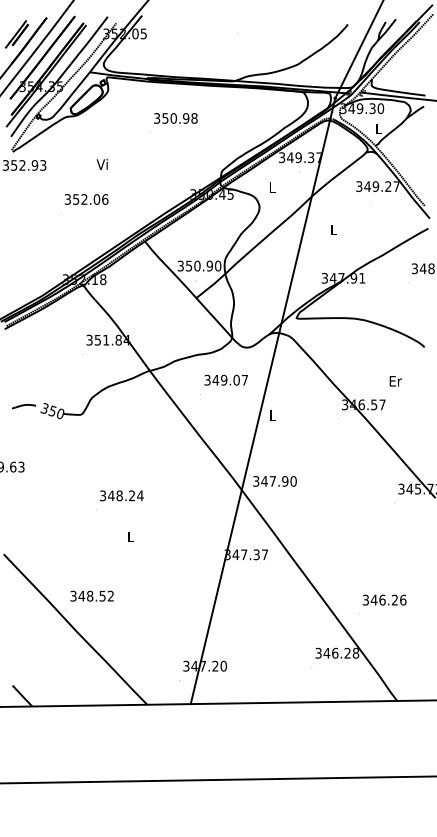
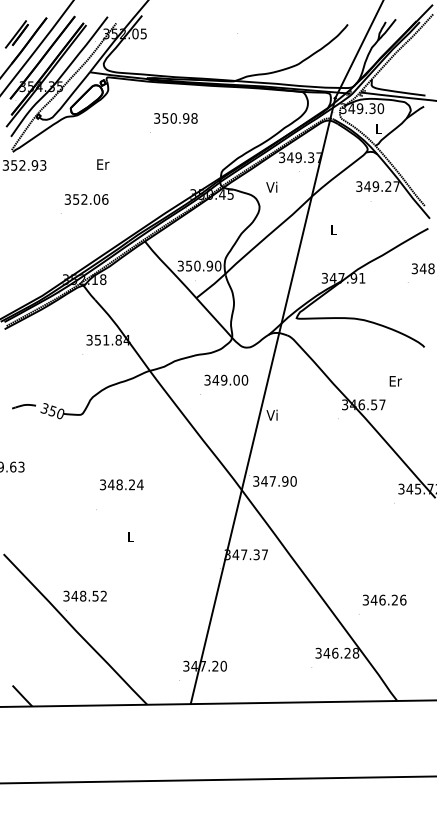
text at (102, 163): Vi -> Er
text at (271, 186): L -> Vi
text at (244, 379): 349.07 -> 349.00
text at (271, 414): L -> Vi
text at (121, 495) position: (121, 495) -> (121, 484)
text at (91, 595) position: (91, 595) -> (84, 595)
